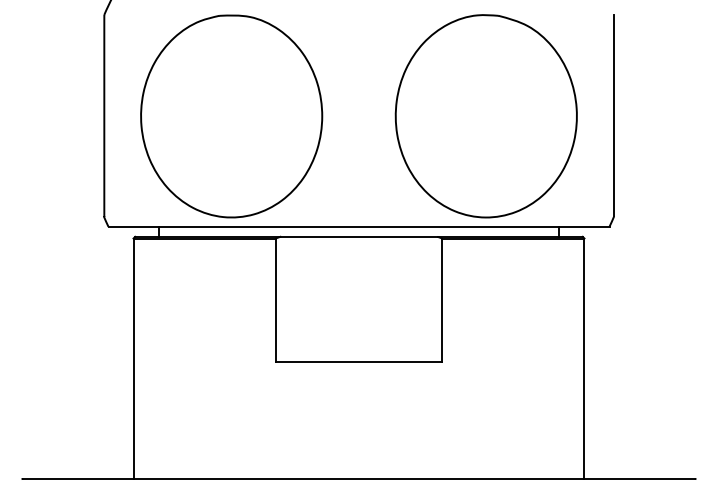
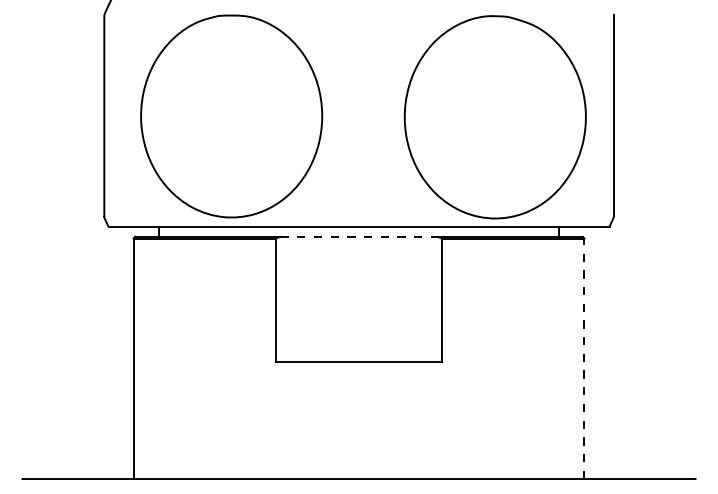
part at (485, 116) position: (485, 116) -> (494, 117)
line at (358, 236): solid -> dashed
line at (584, 358): solid -> dashed
